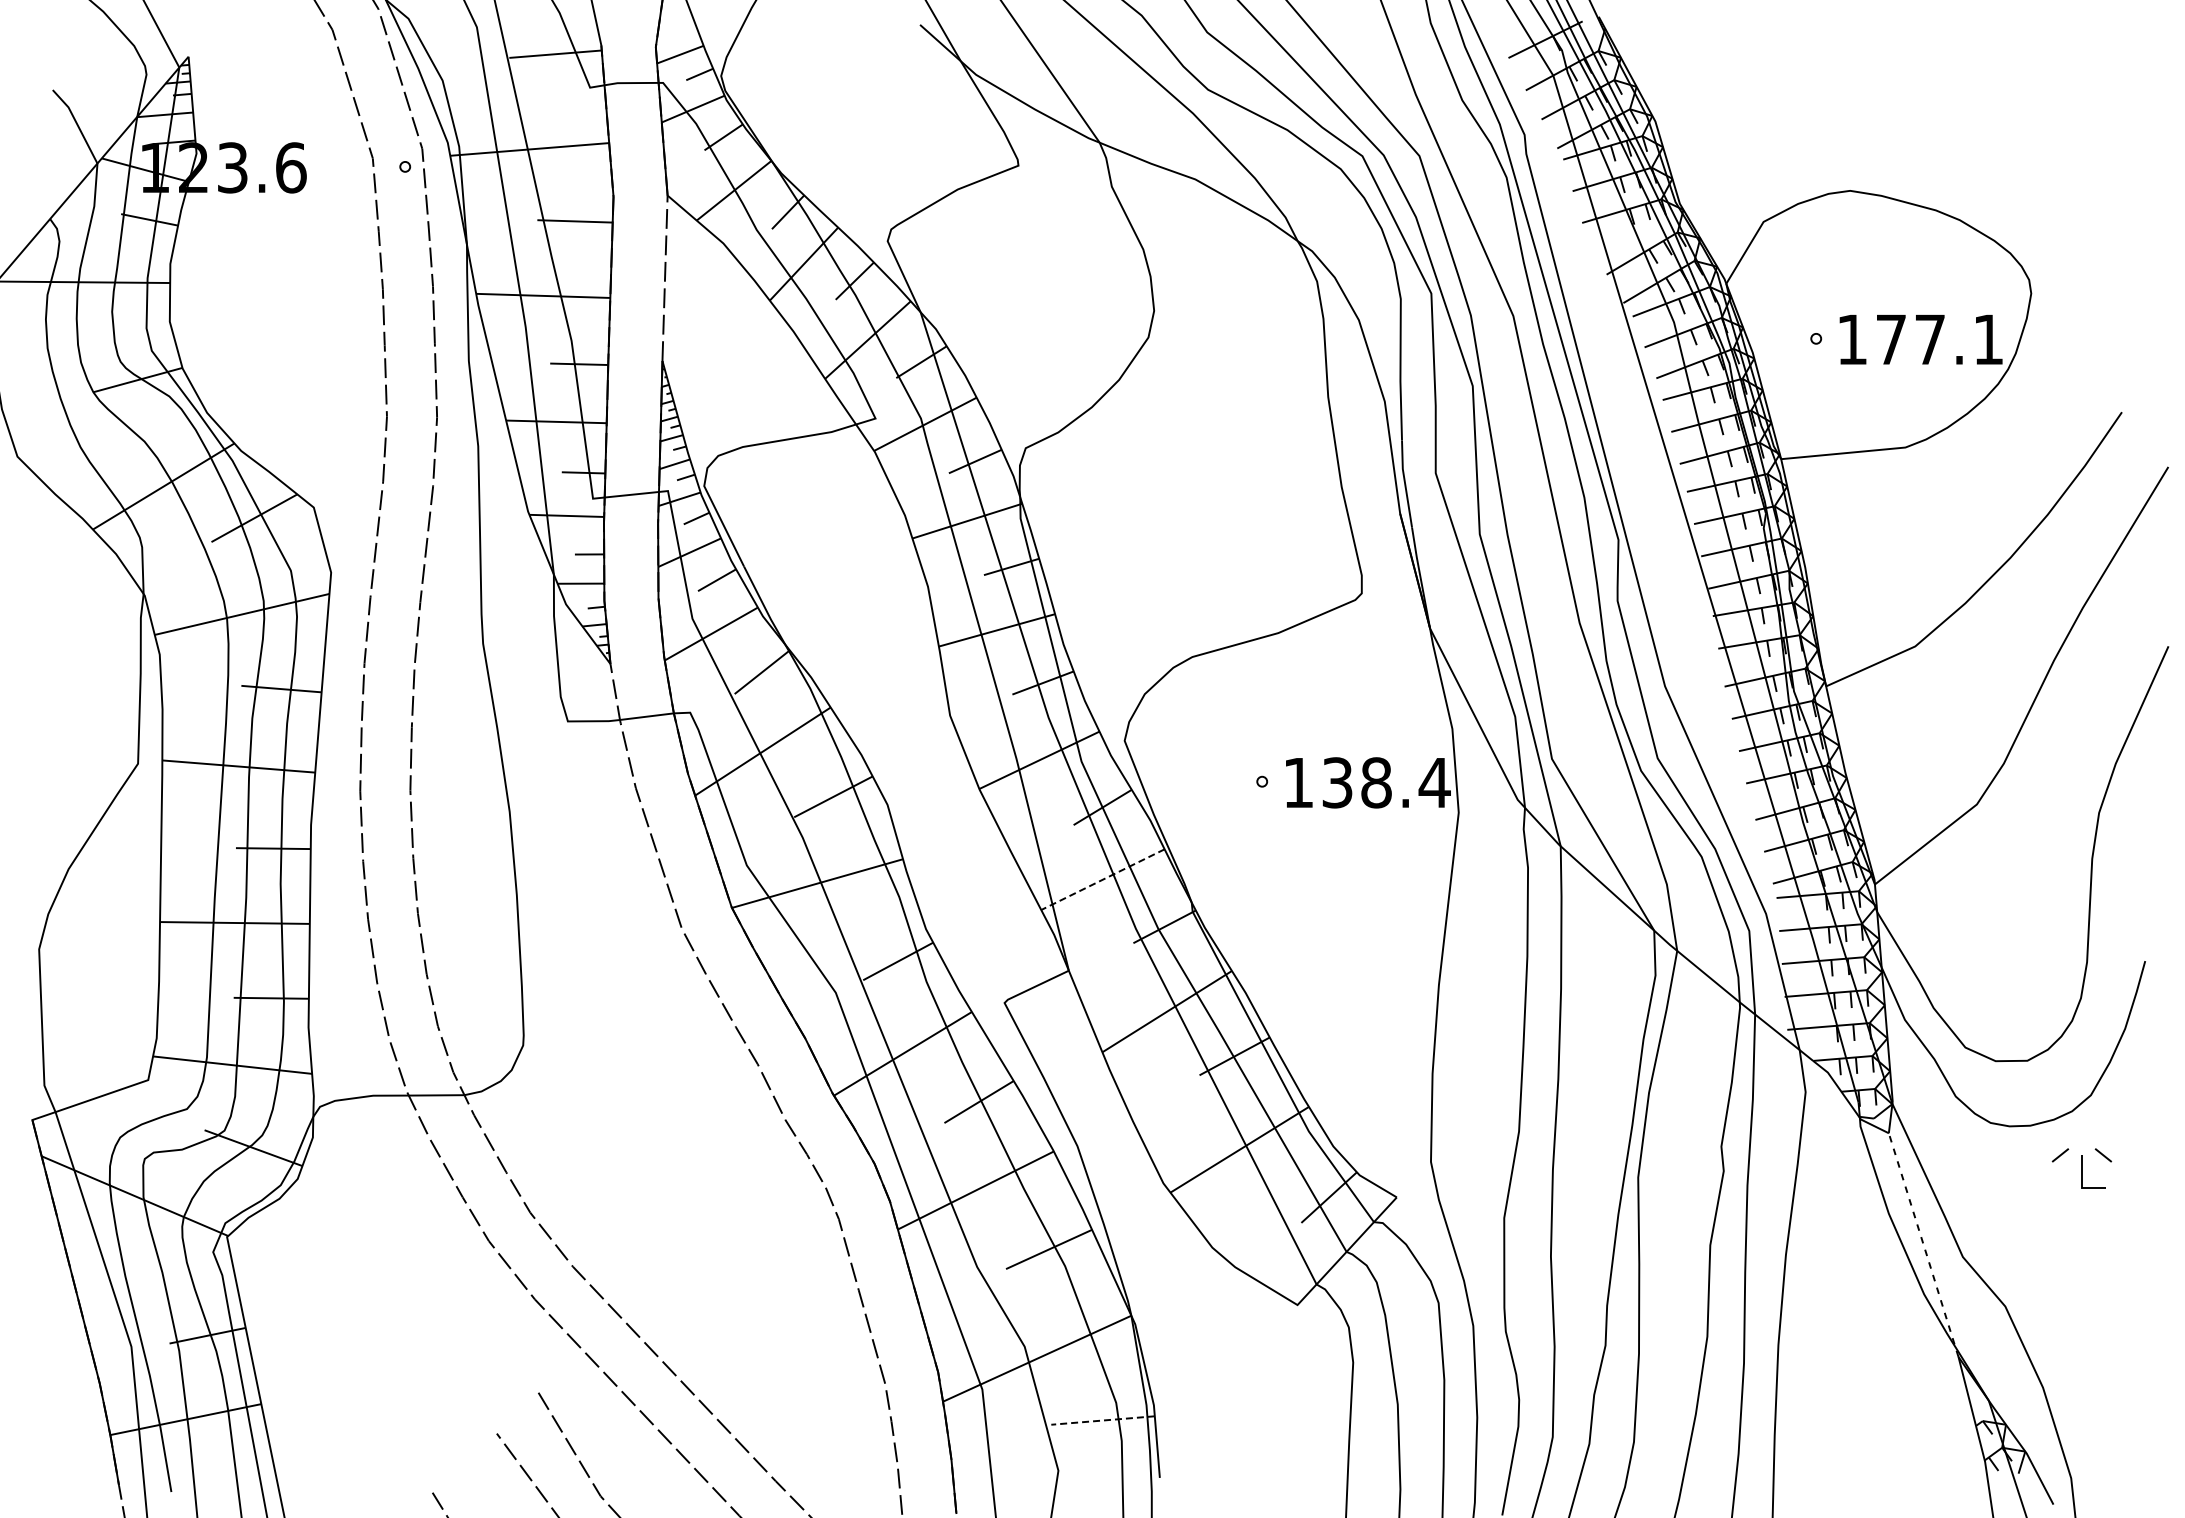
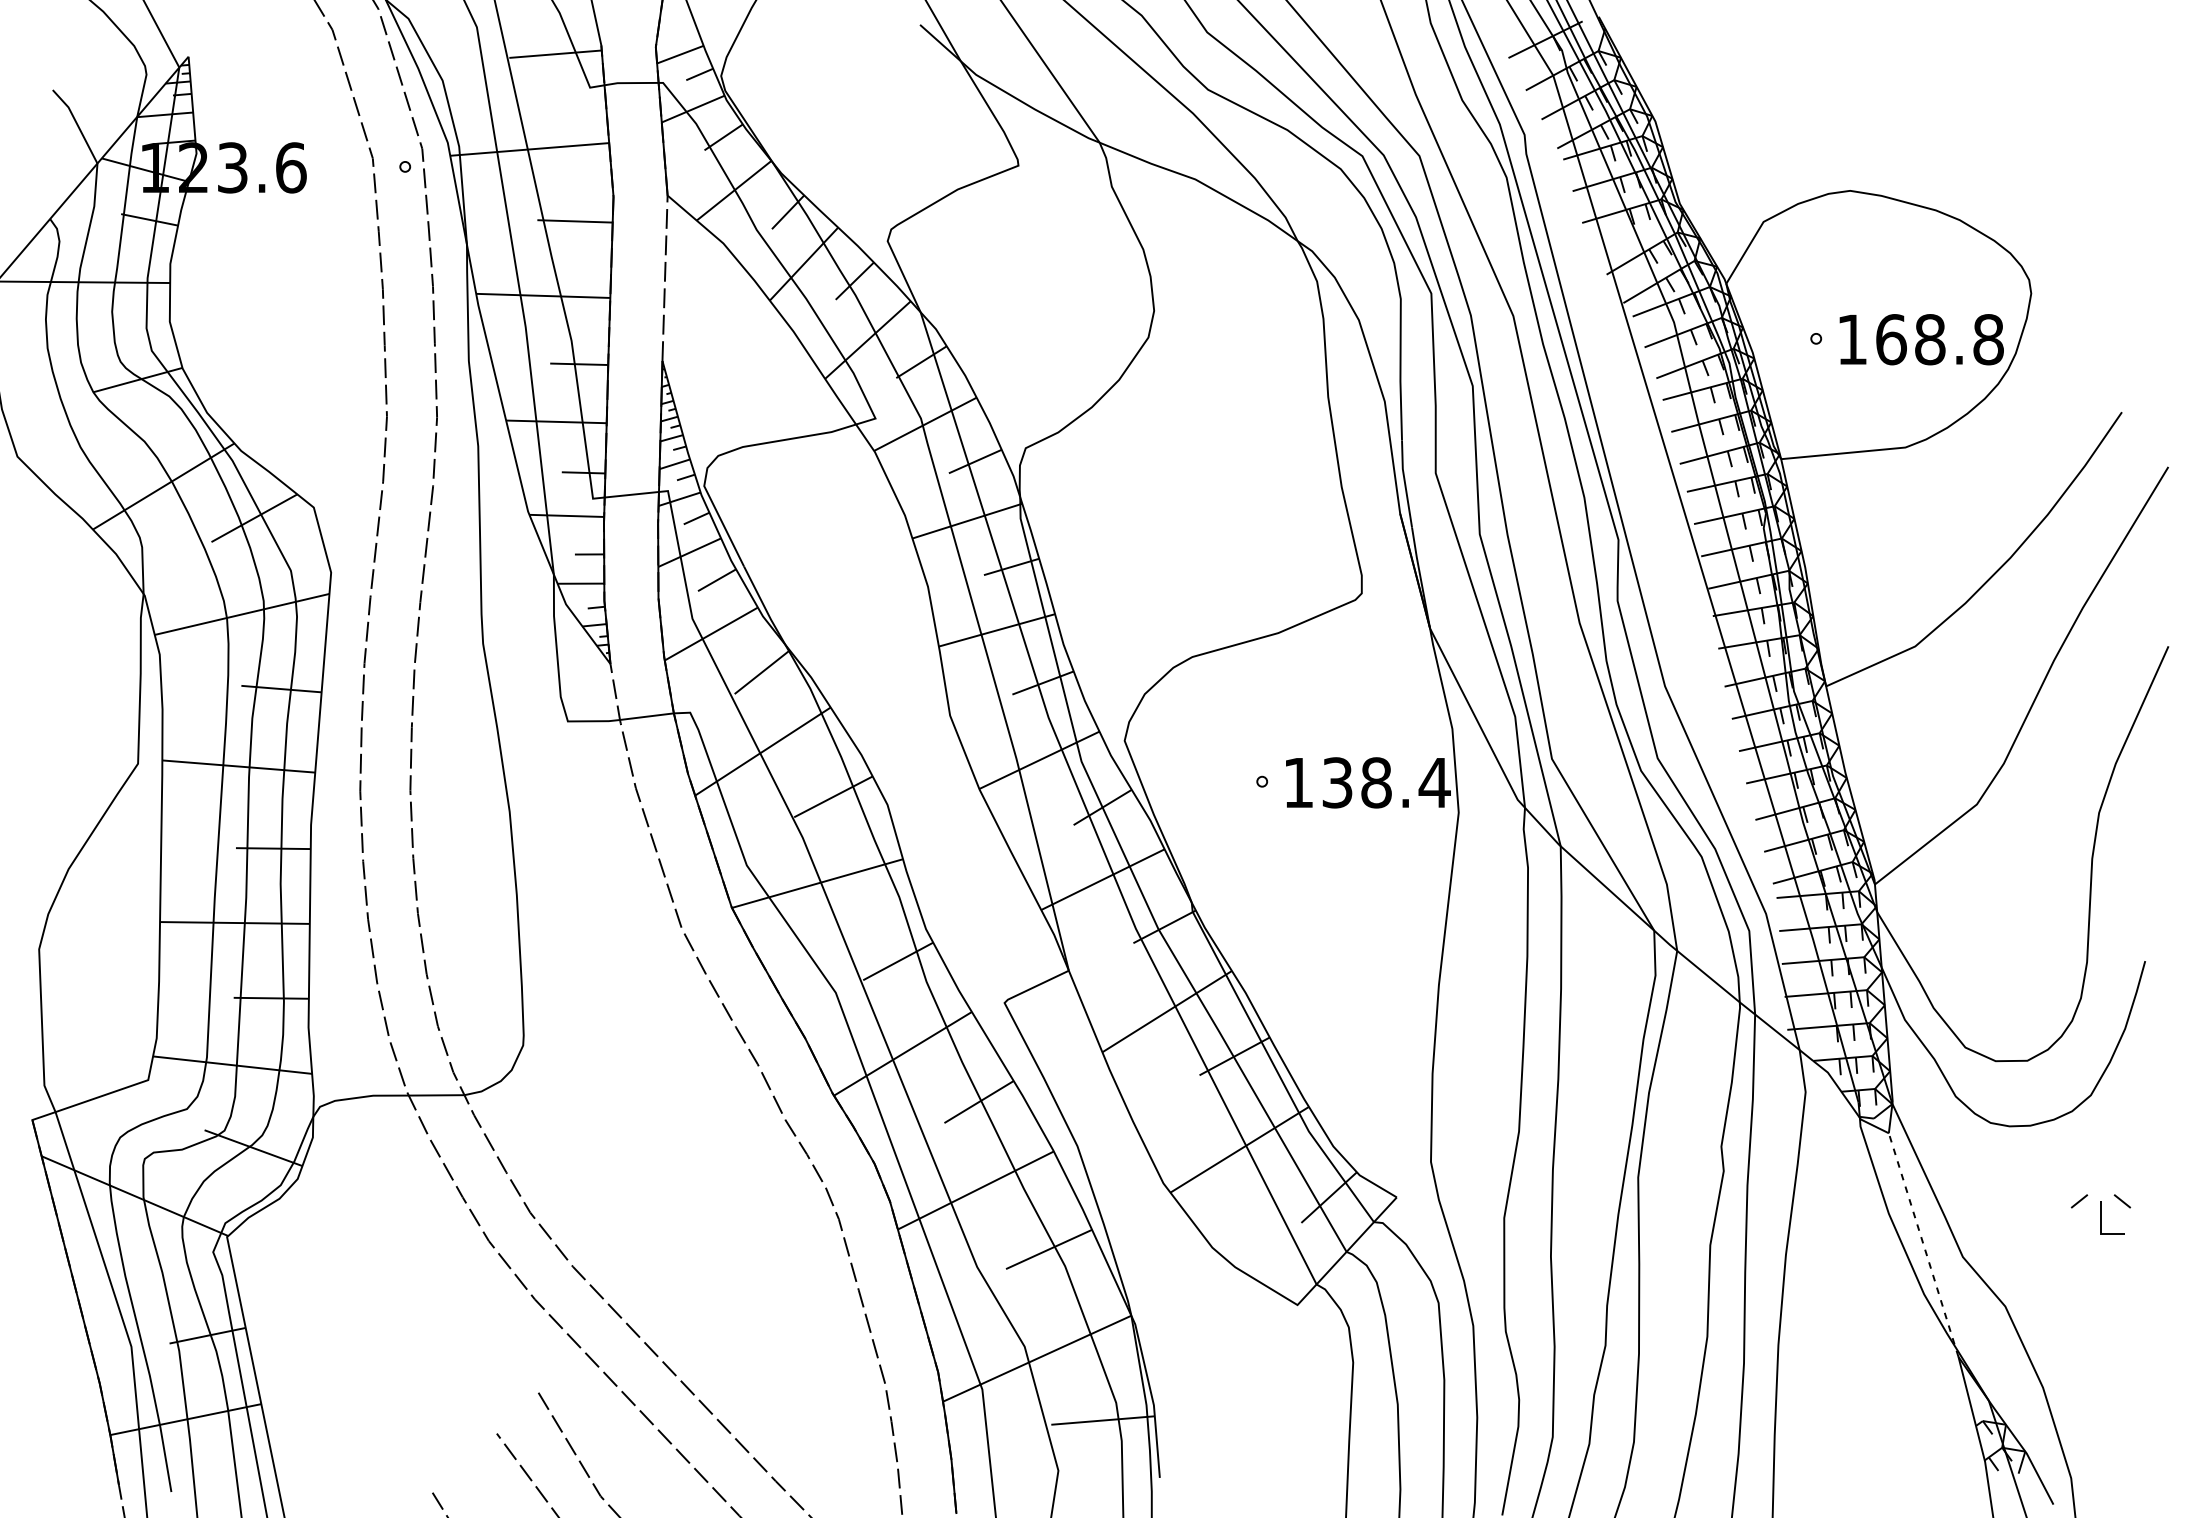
text at (1939, 339): 177.1 -> 168.8
line at (1102, 879): dashed -> solid
part at (2081, 1168) position: (2081, 1168) -> (2100, 1214)
line at (1103, 1420): dashed -> solid
